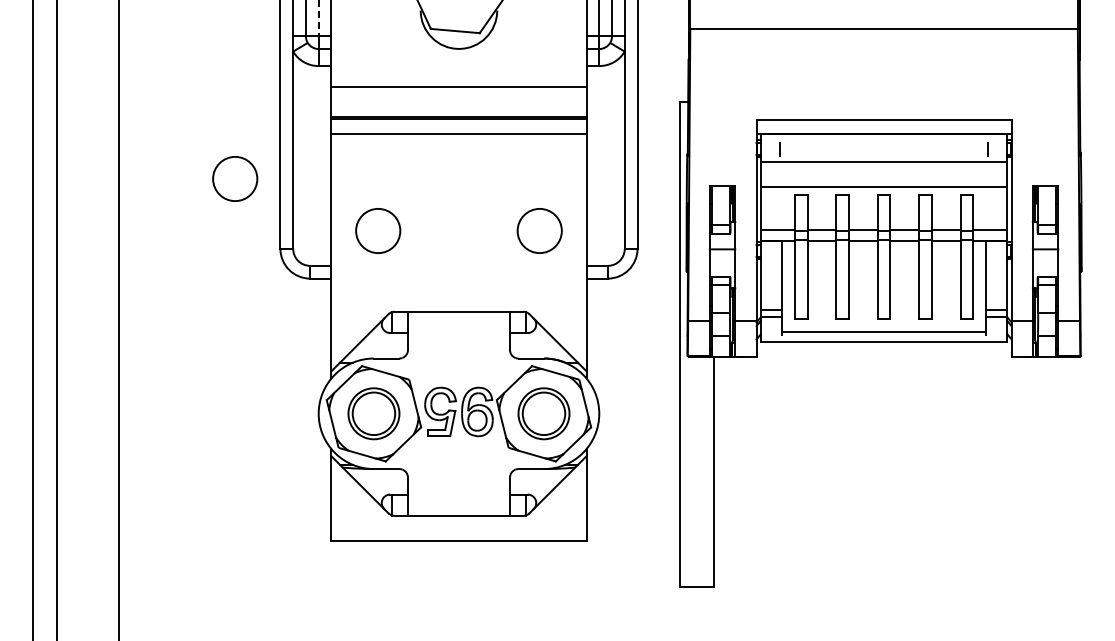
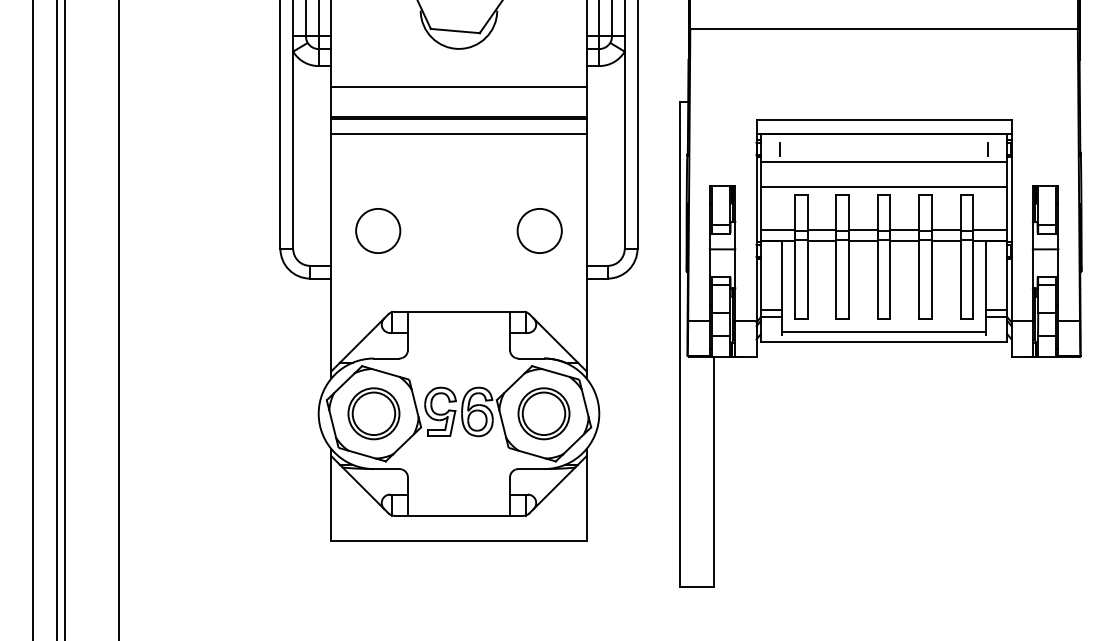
line at (318, 18): dashed -> solid
circle at (235, 178): present -> none
line at (65, 319): none -> present
